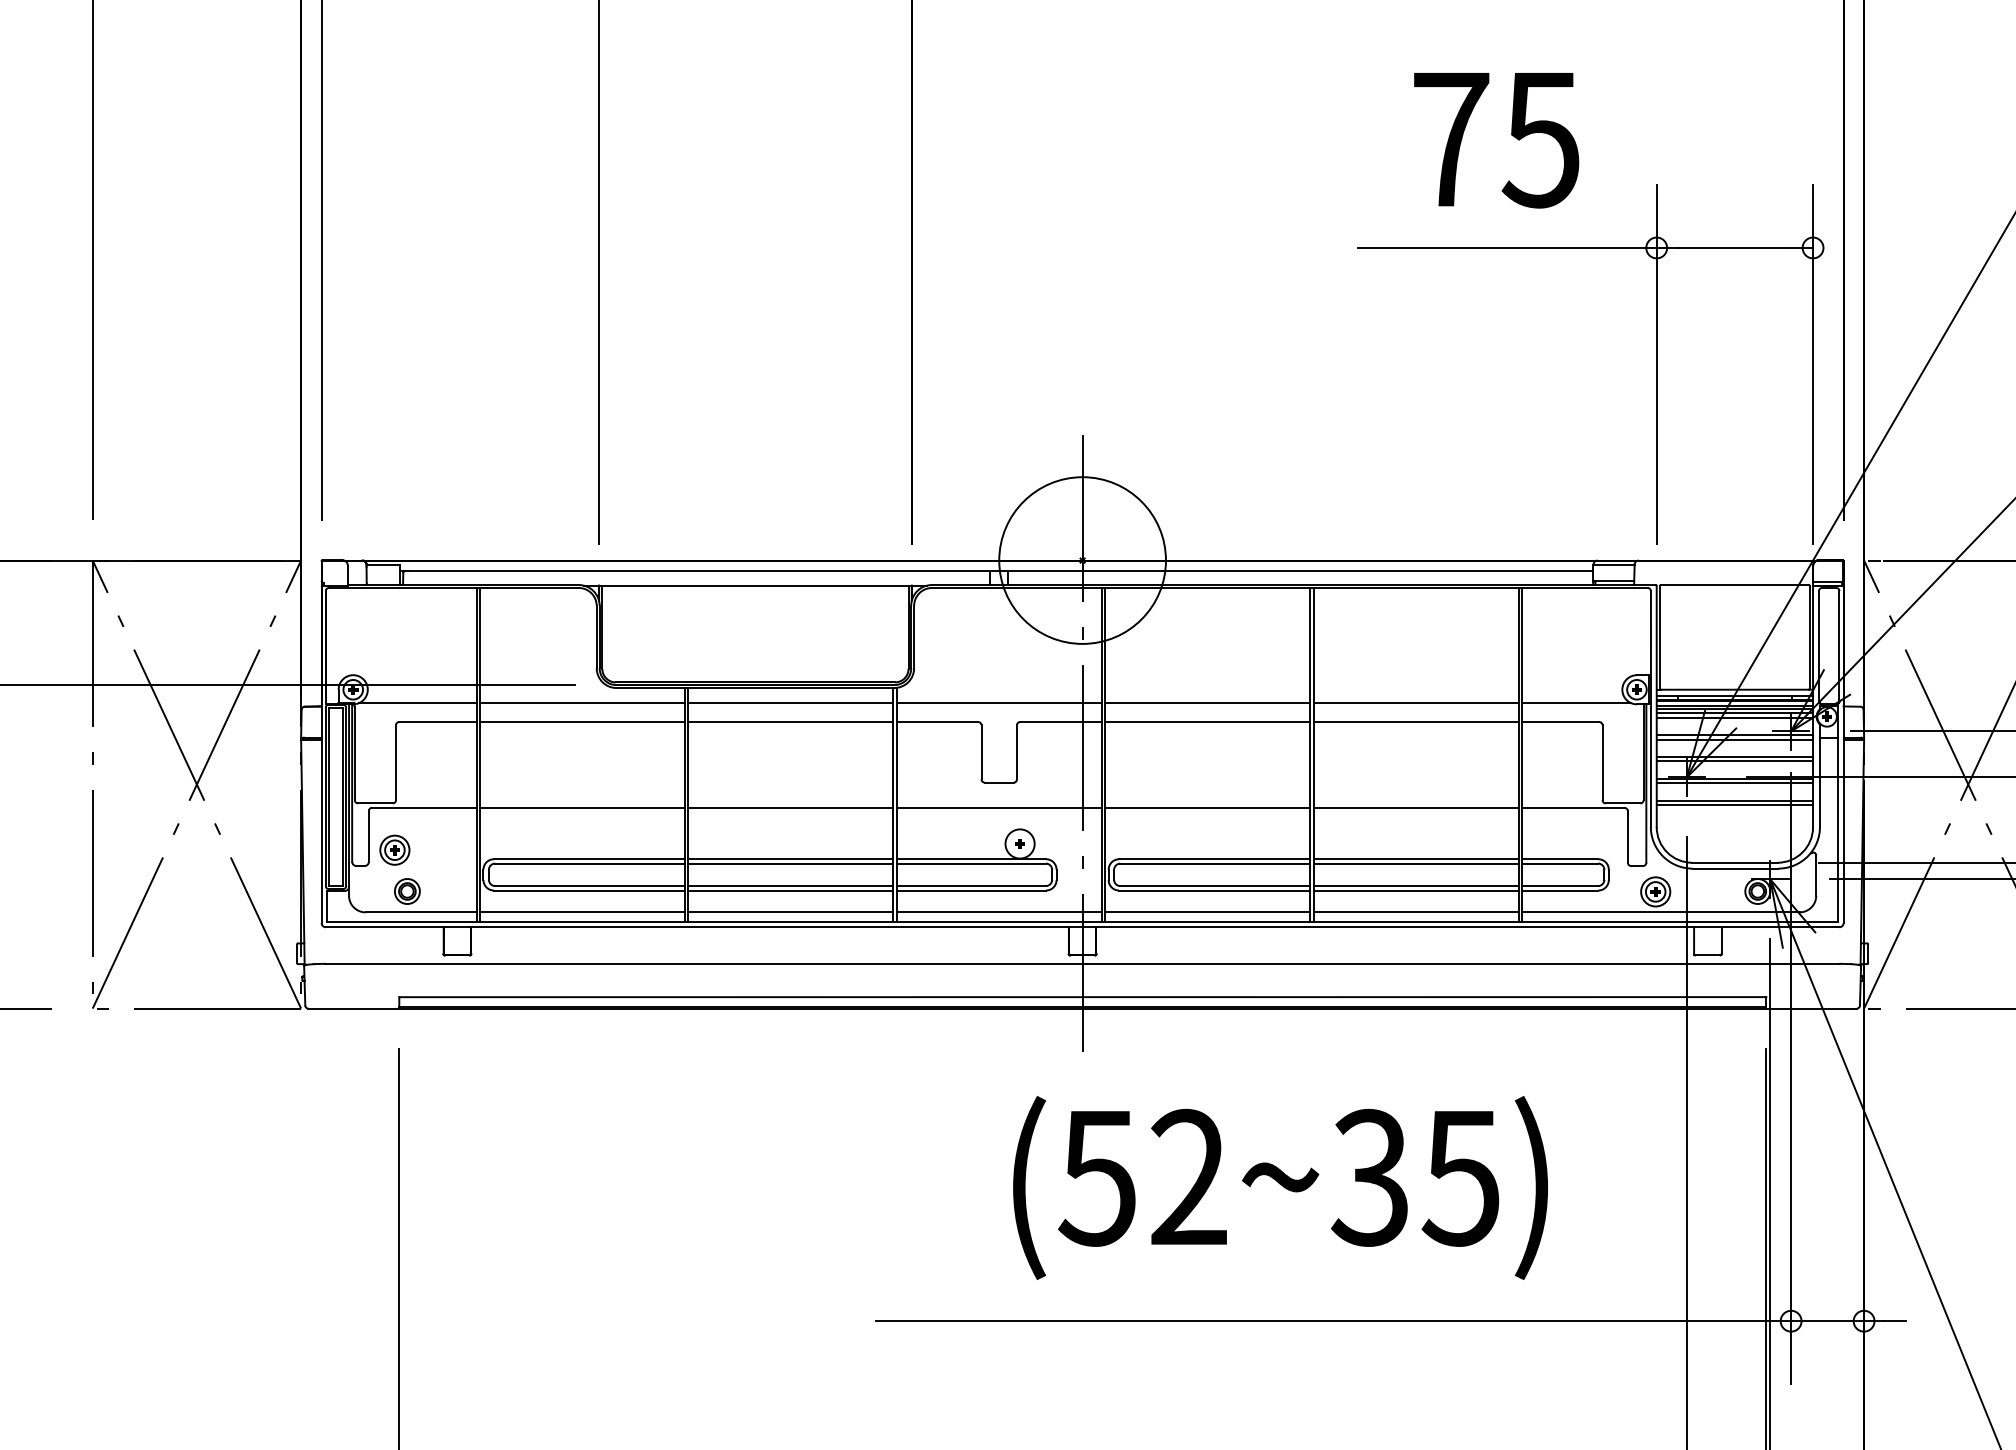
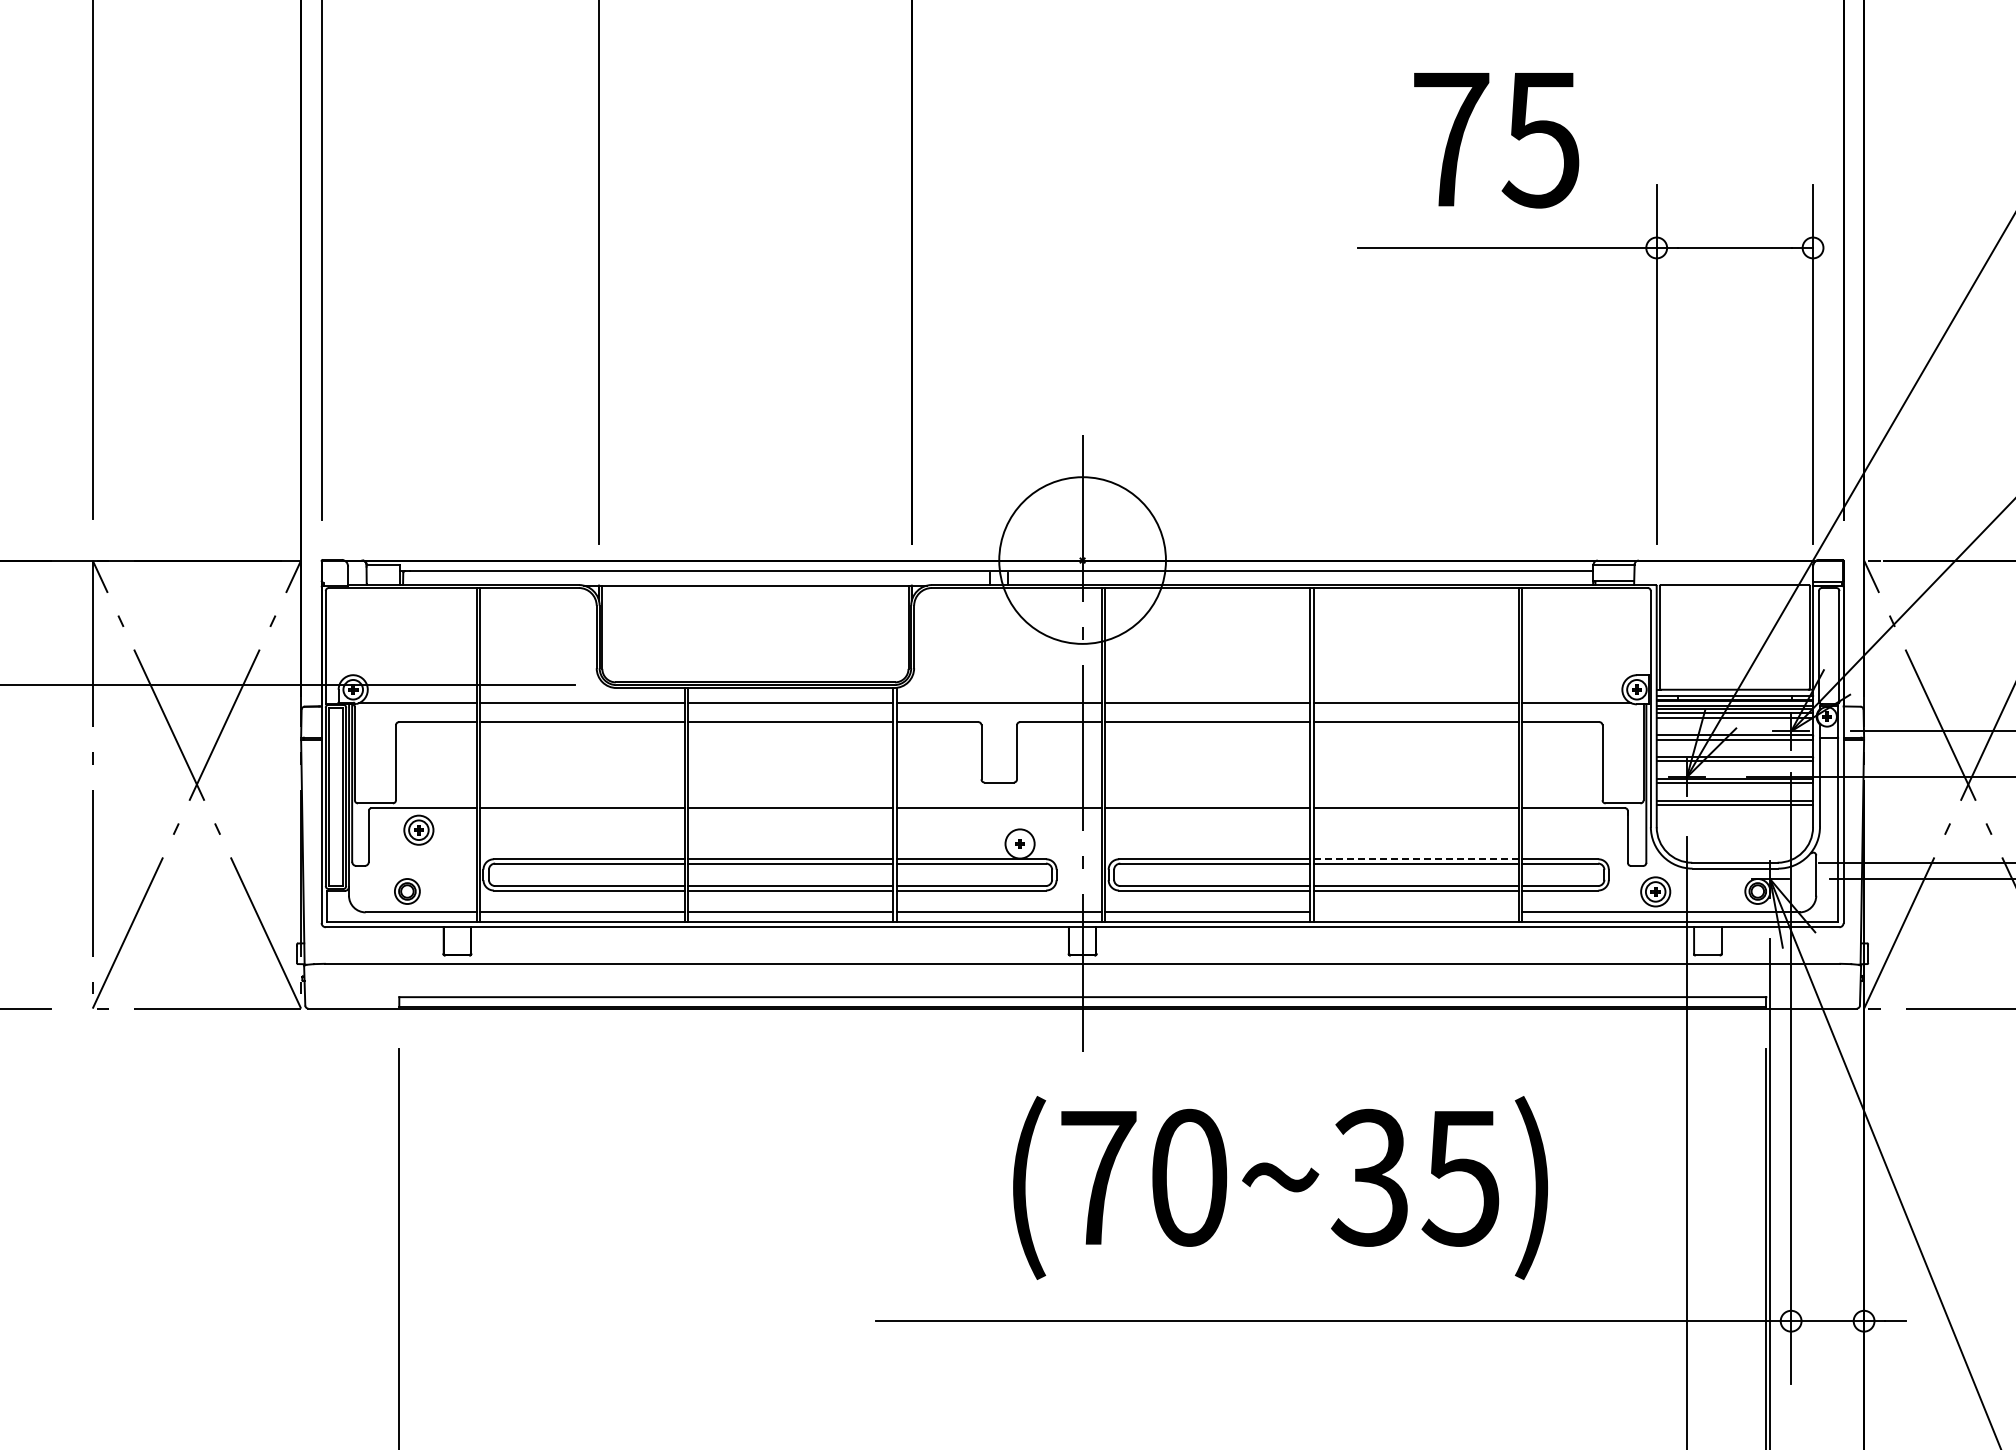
part at (394, 849) position: (394, 849) -> (418, 829)
line at (1416, 859): solid -> dashed
line at (1415, 912): present -> none
text at (1142, 1177): (52~35) -> (70~35)
